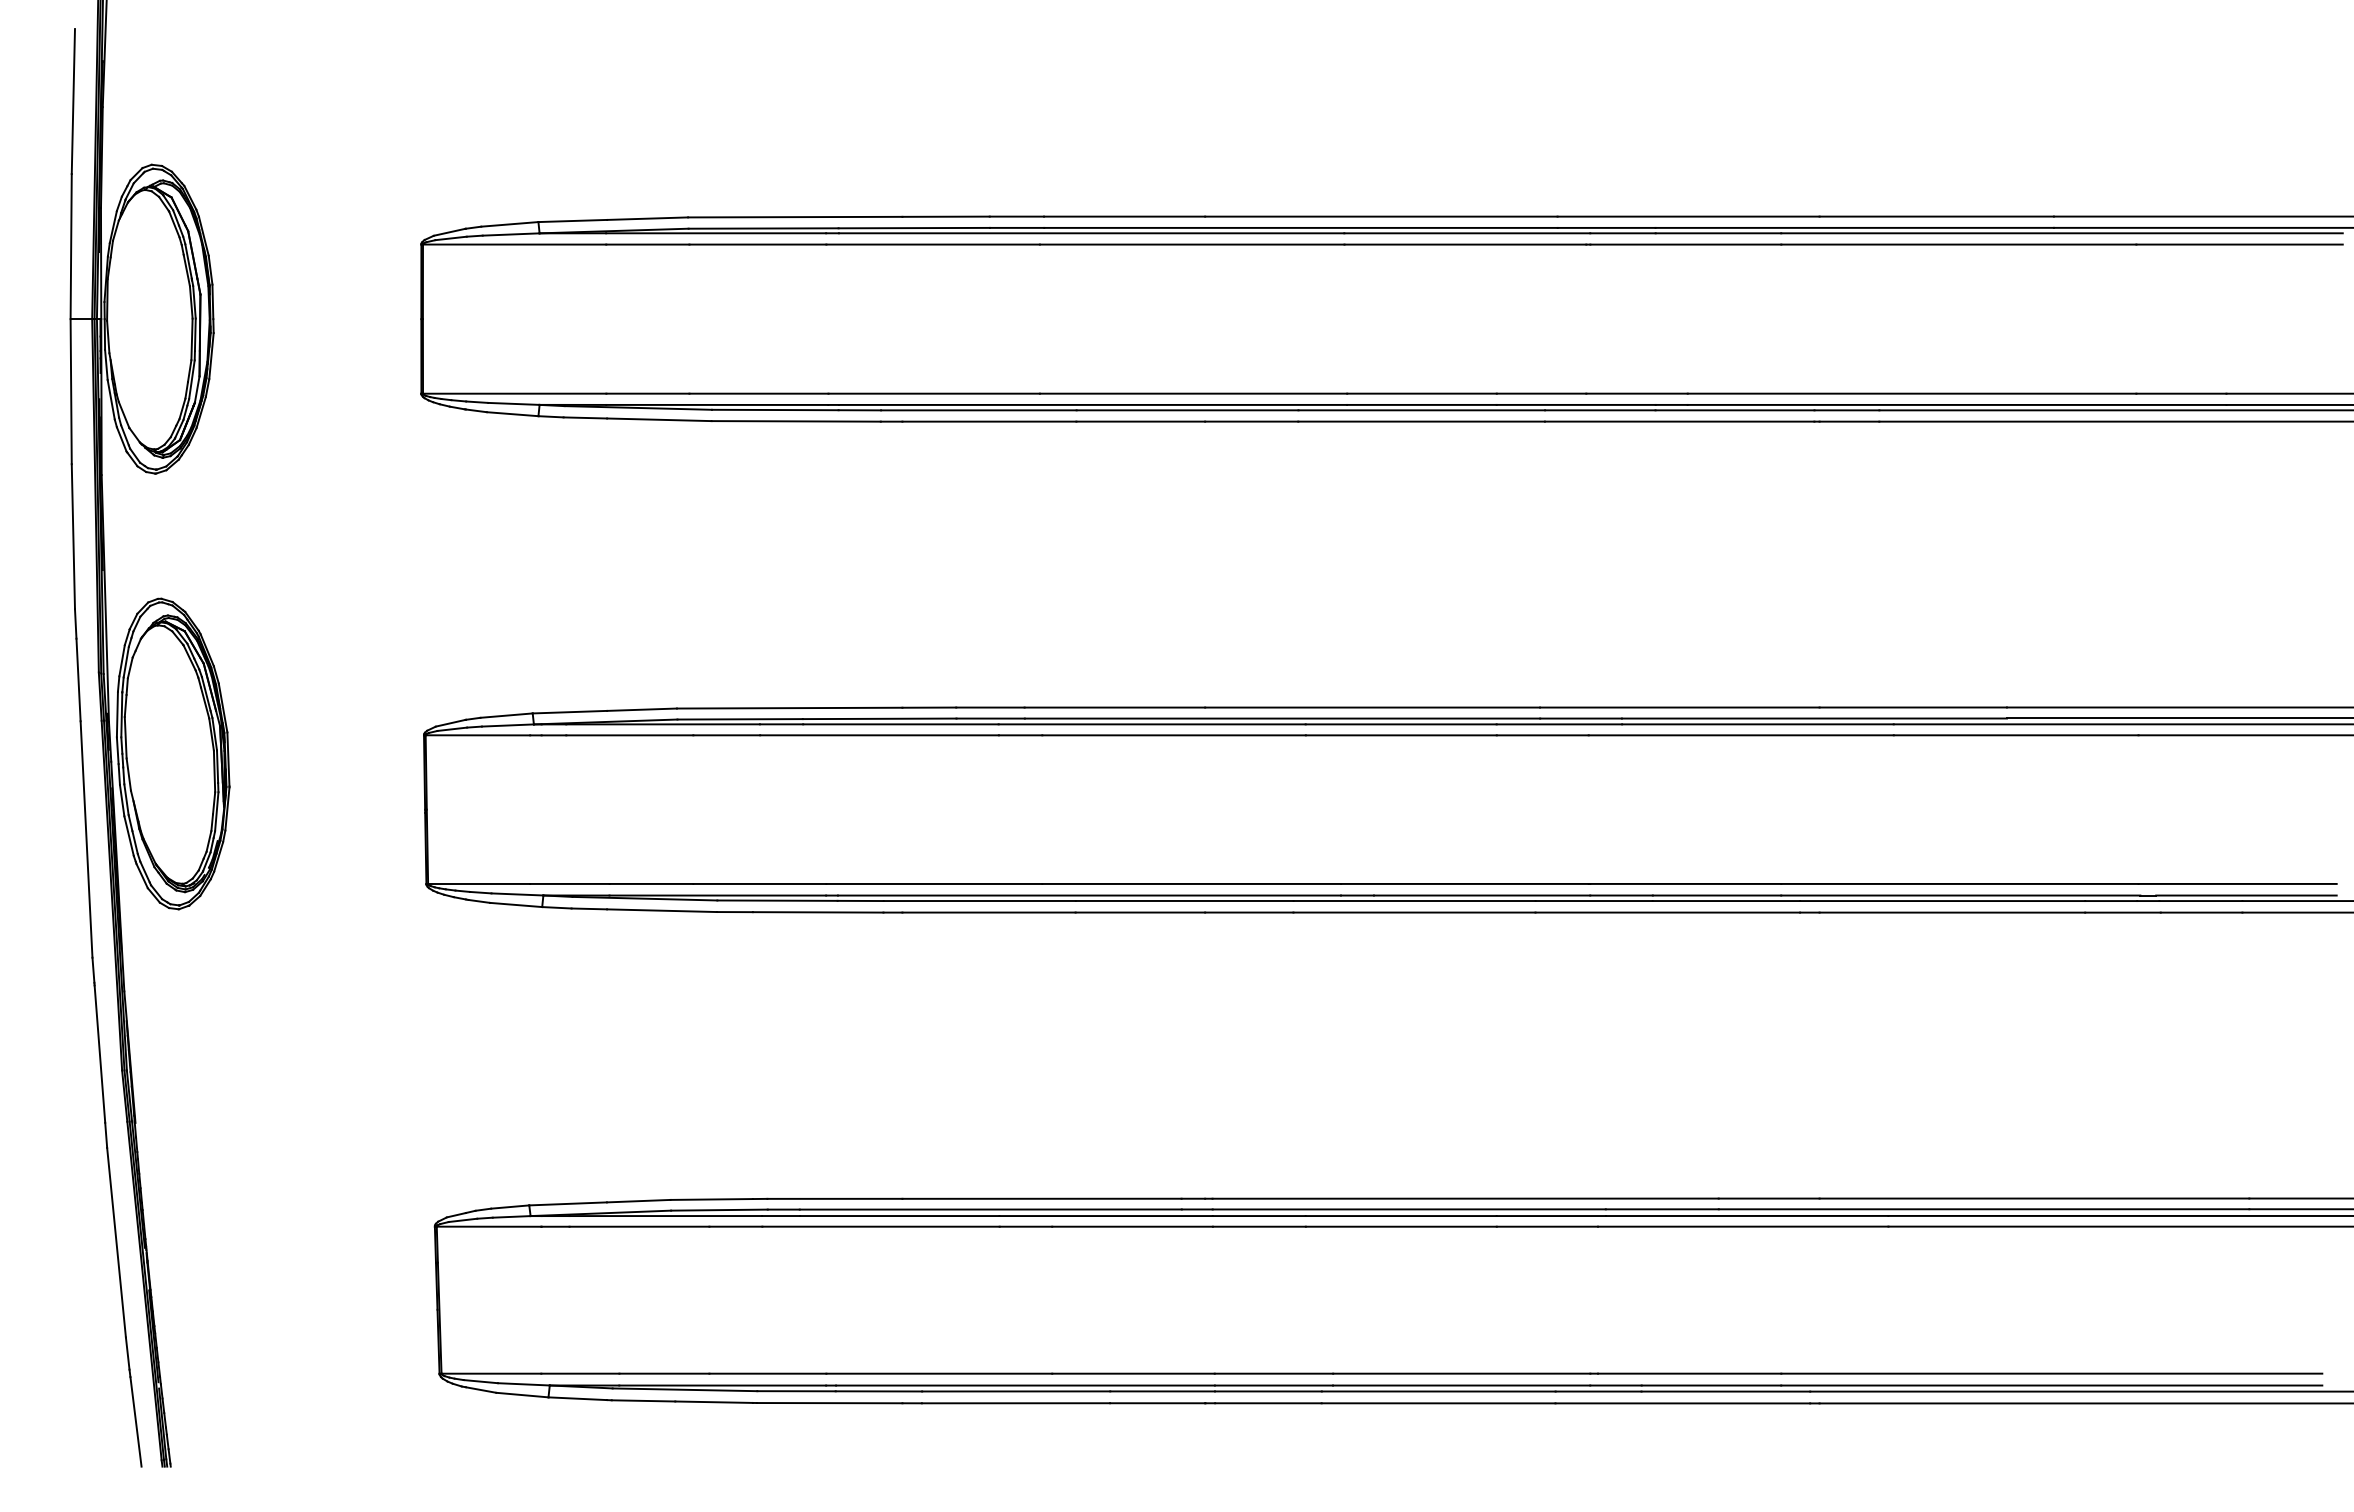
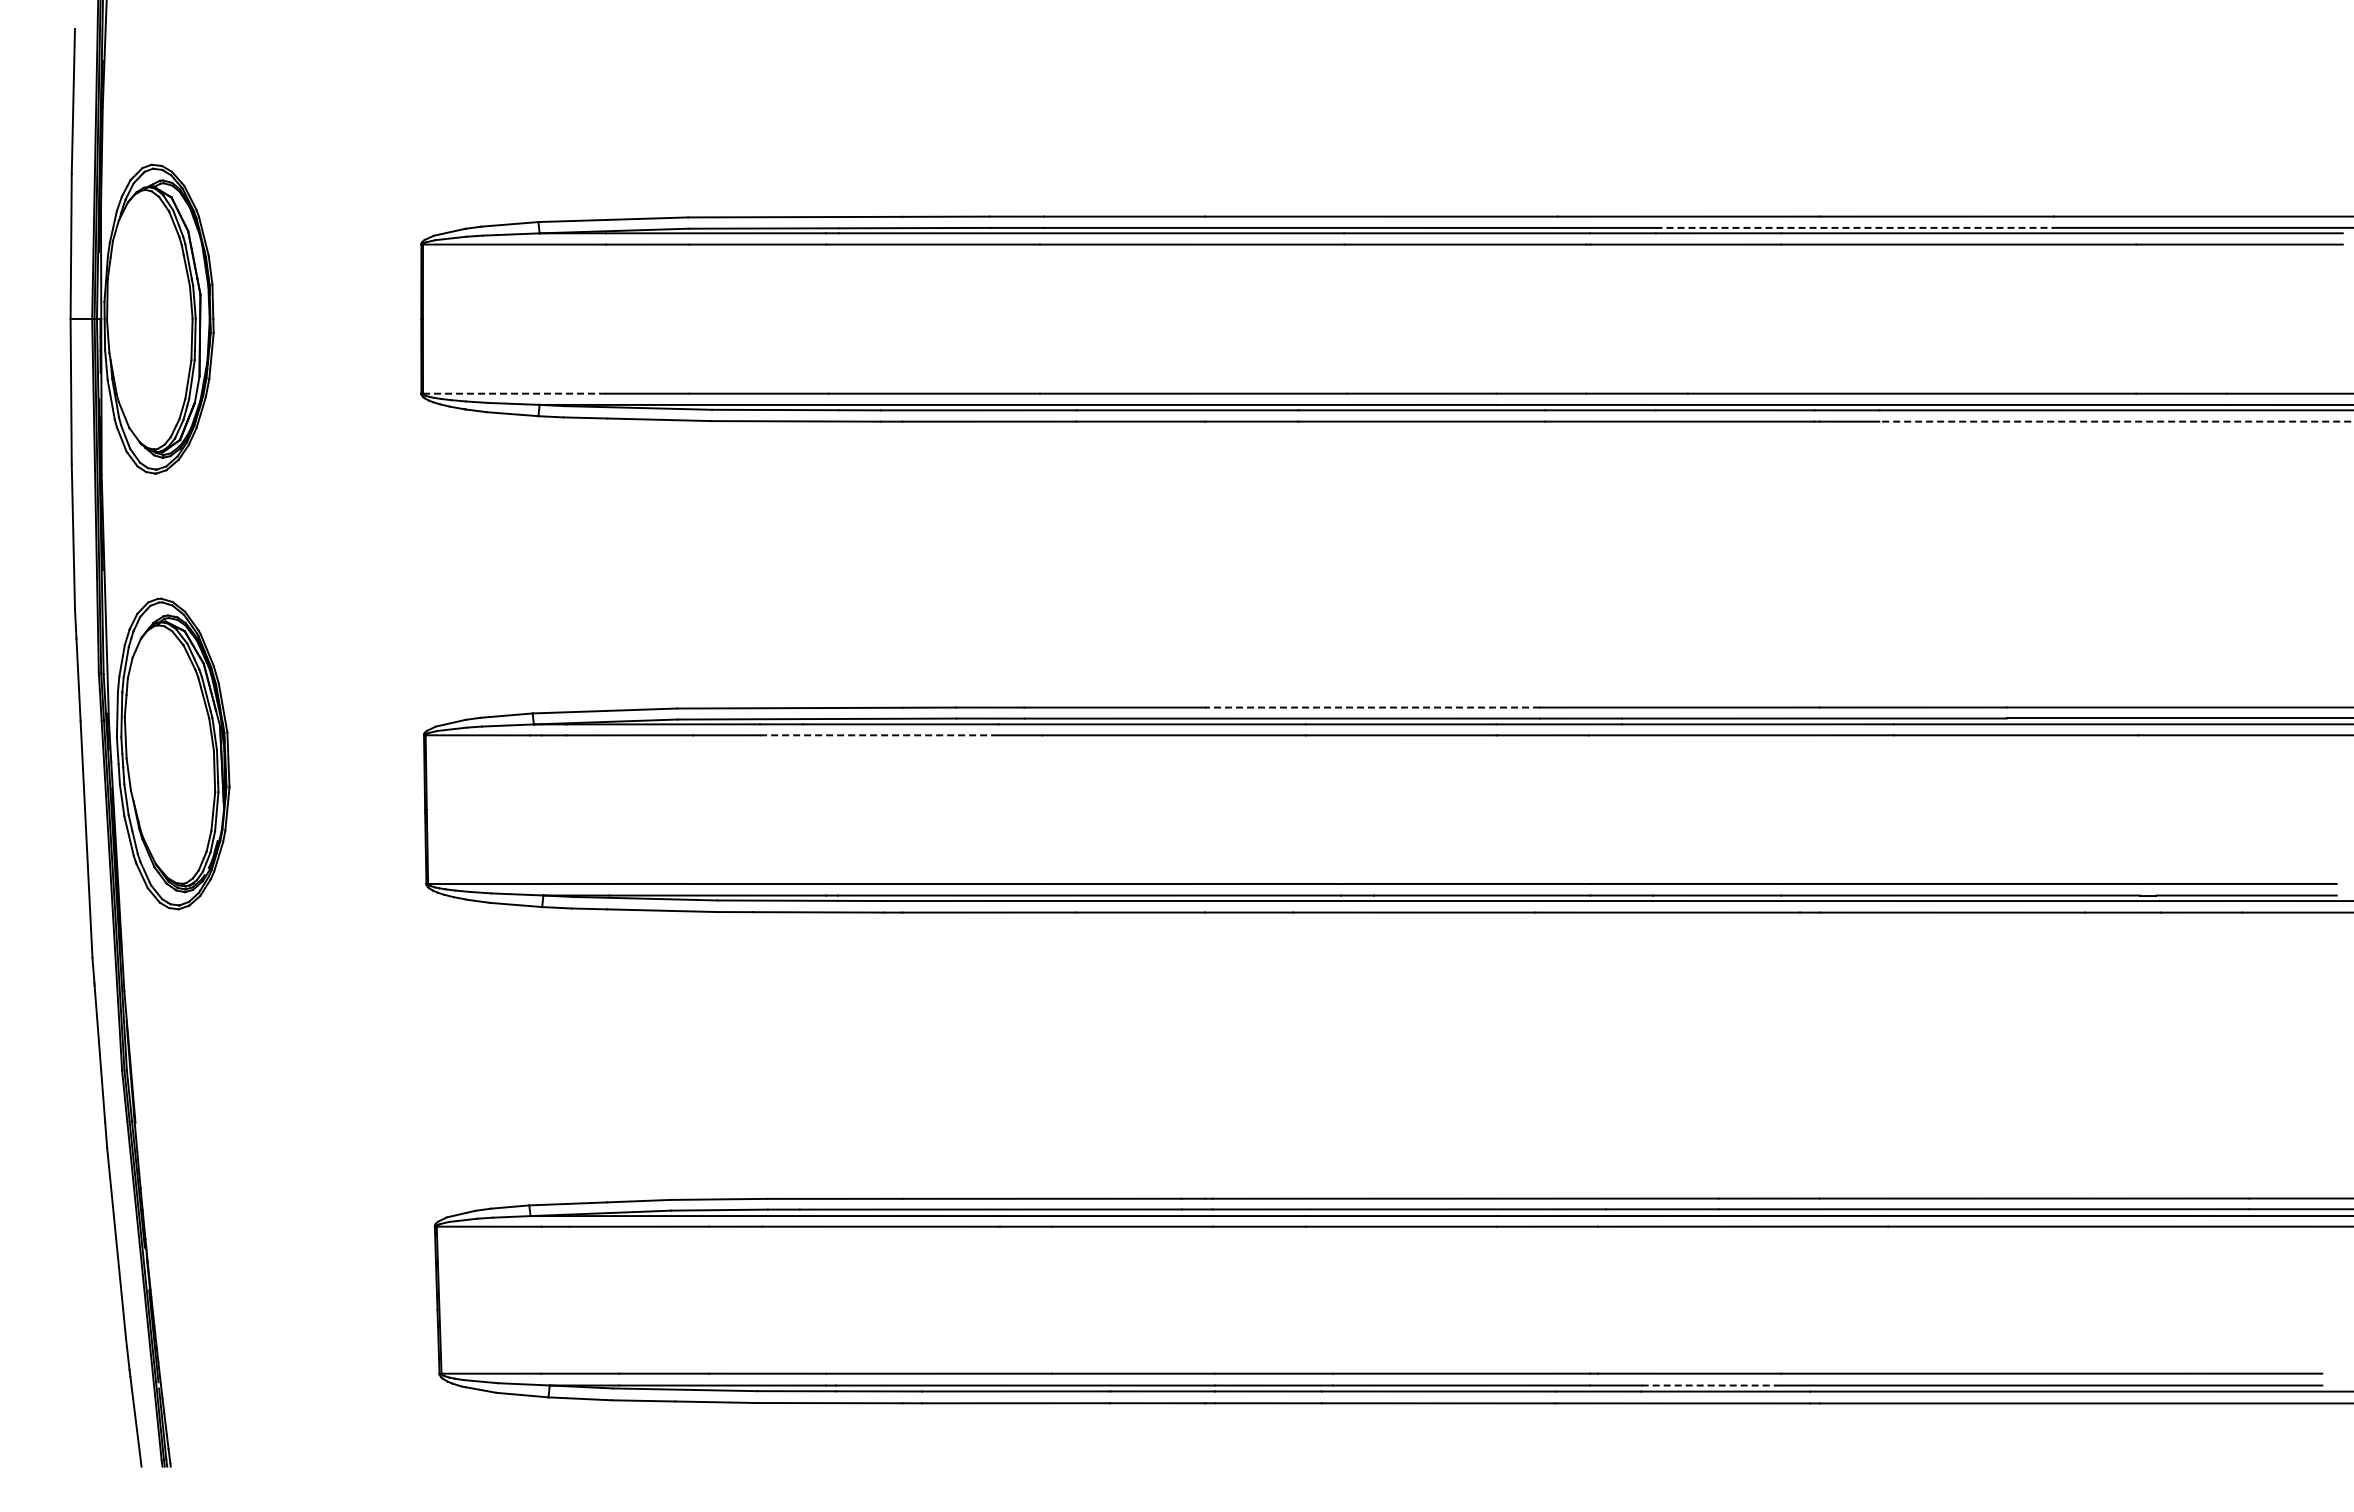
line at (1855, 227): solid -> dashed
line at (514, 393): solid -> dashed
line at (2116, 421): solid -> dashed
line at (1372, 707): solid -> dashed
line at (880, 735): solid -> dashed
line at (1711, 1385): solid -> dashed
